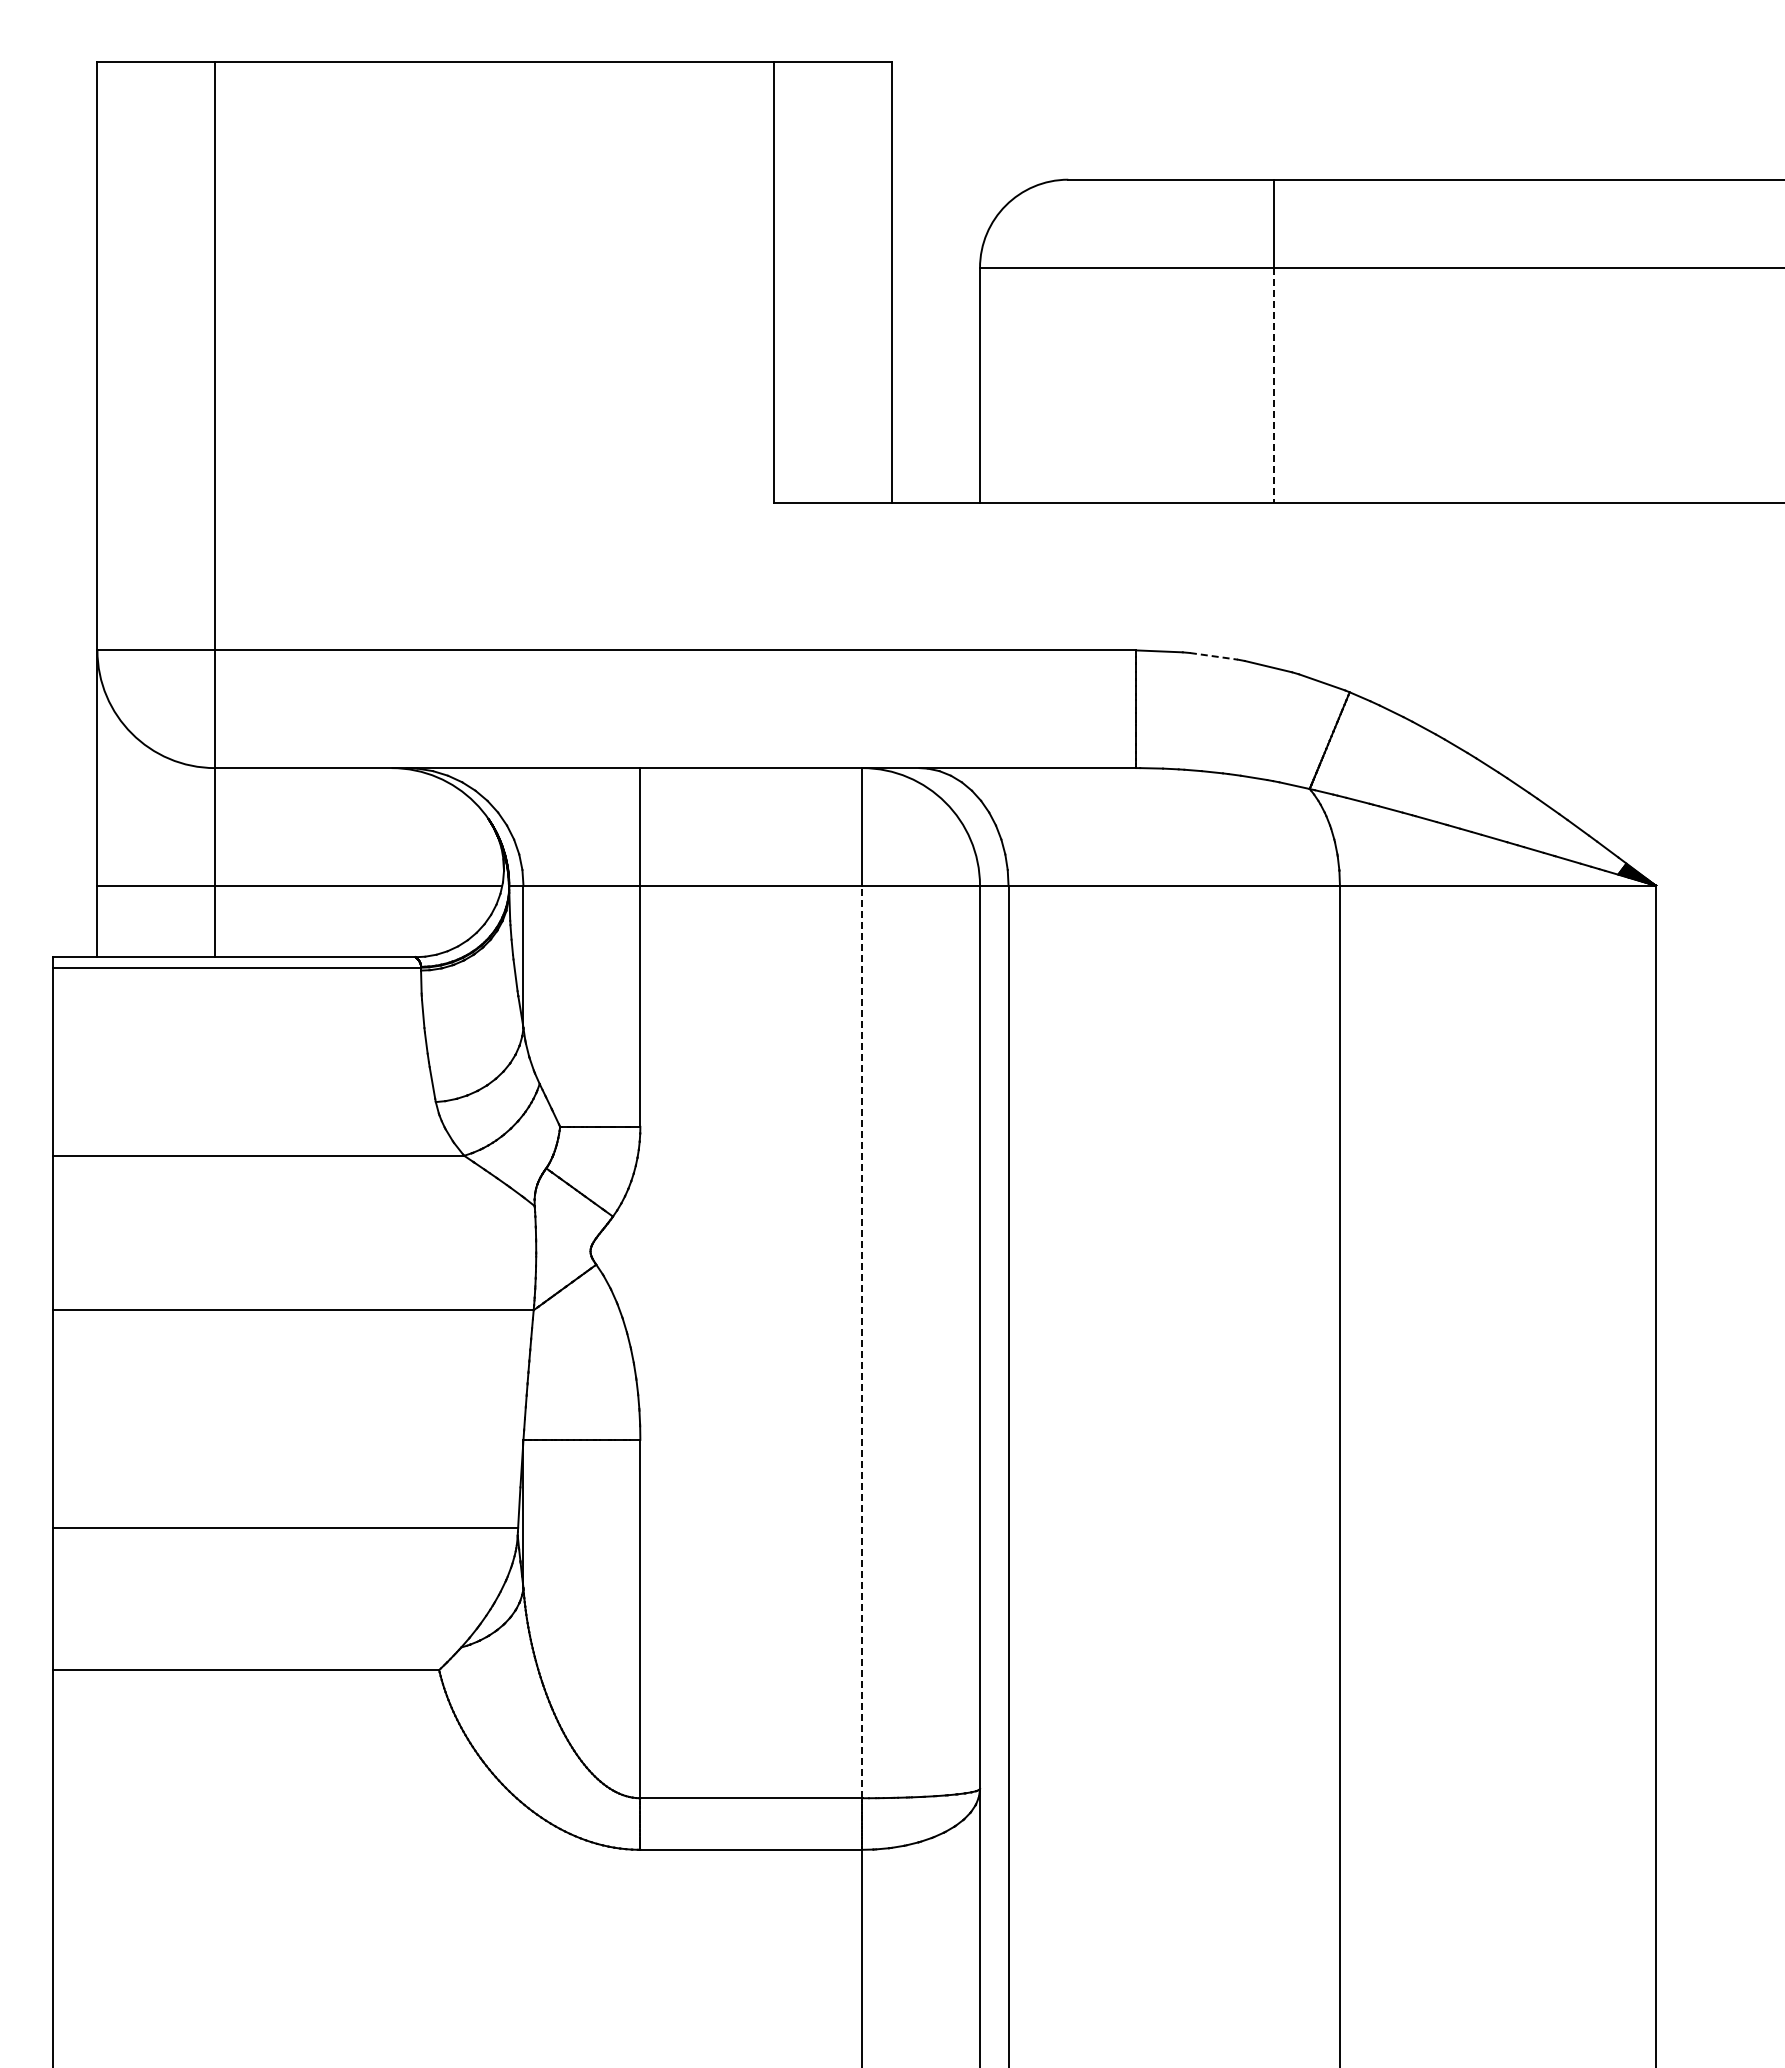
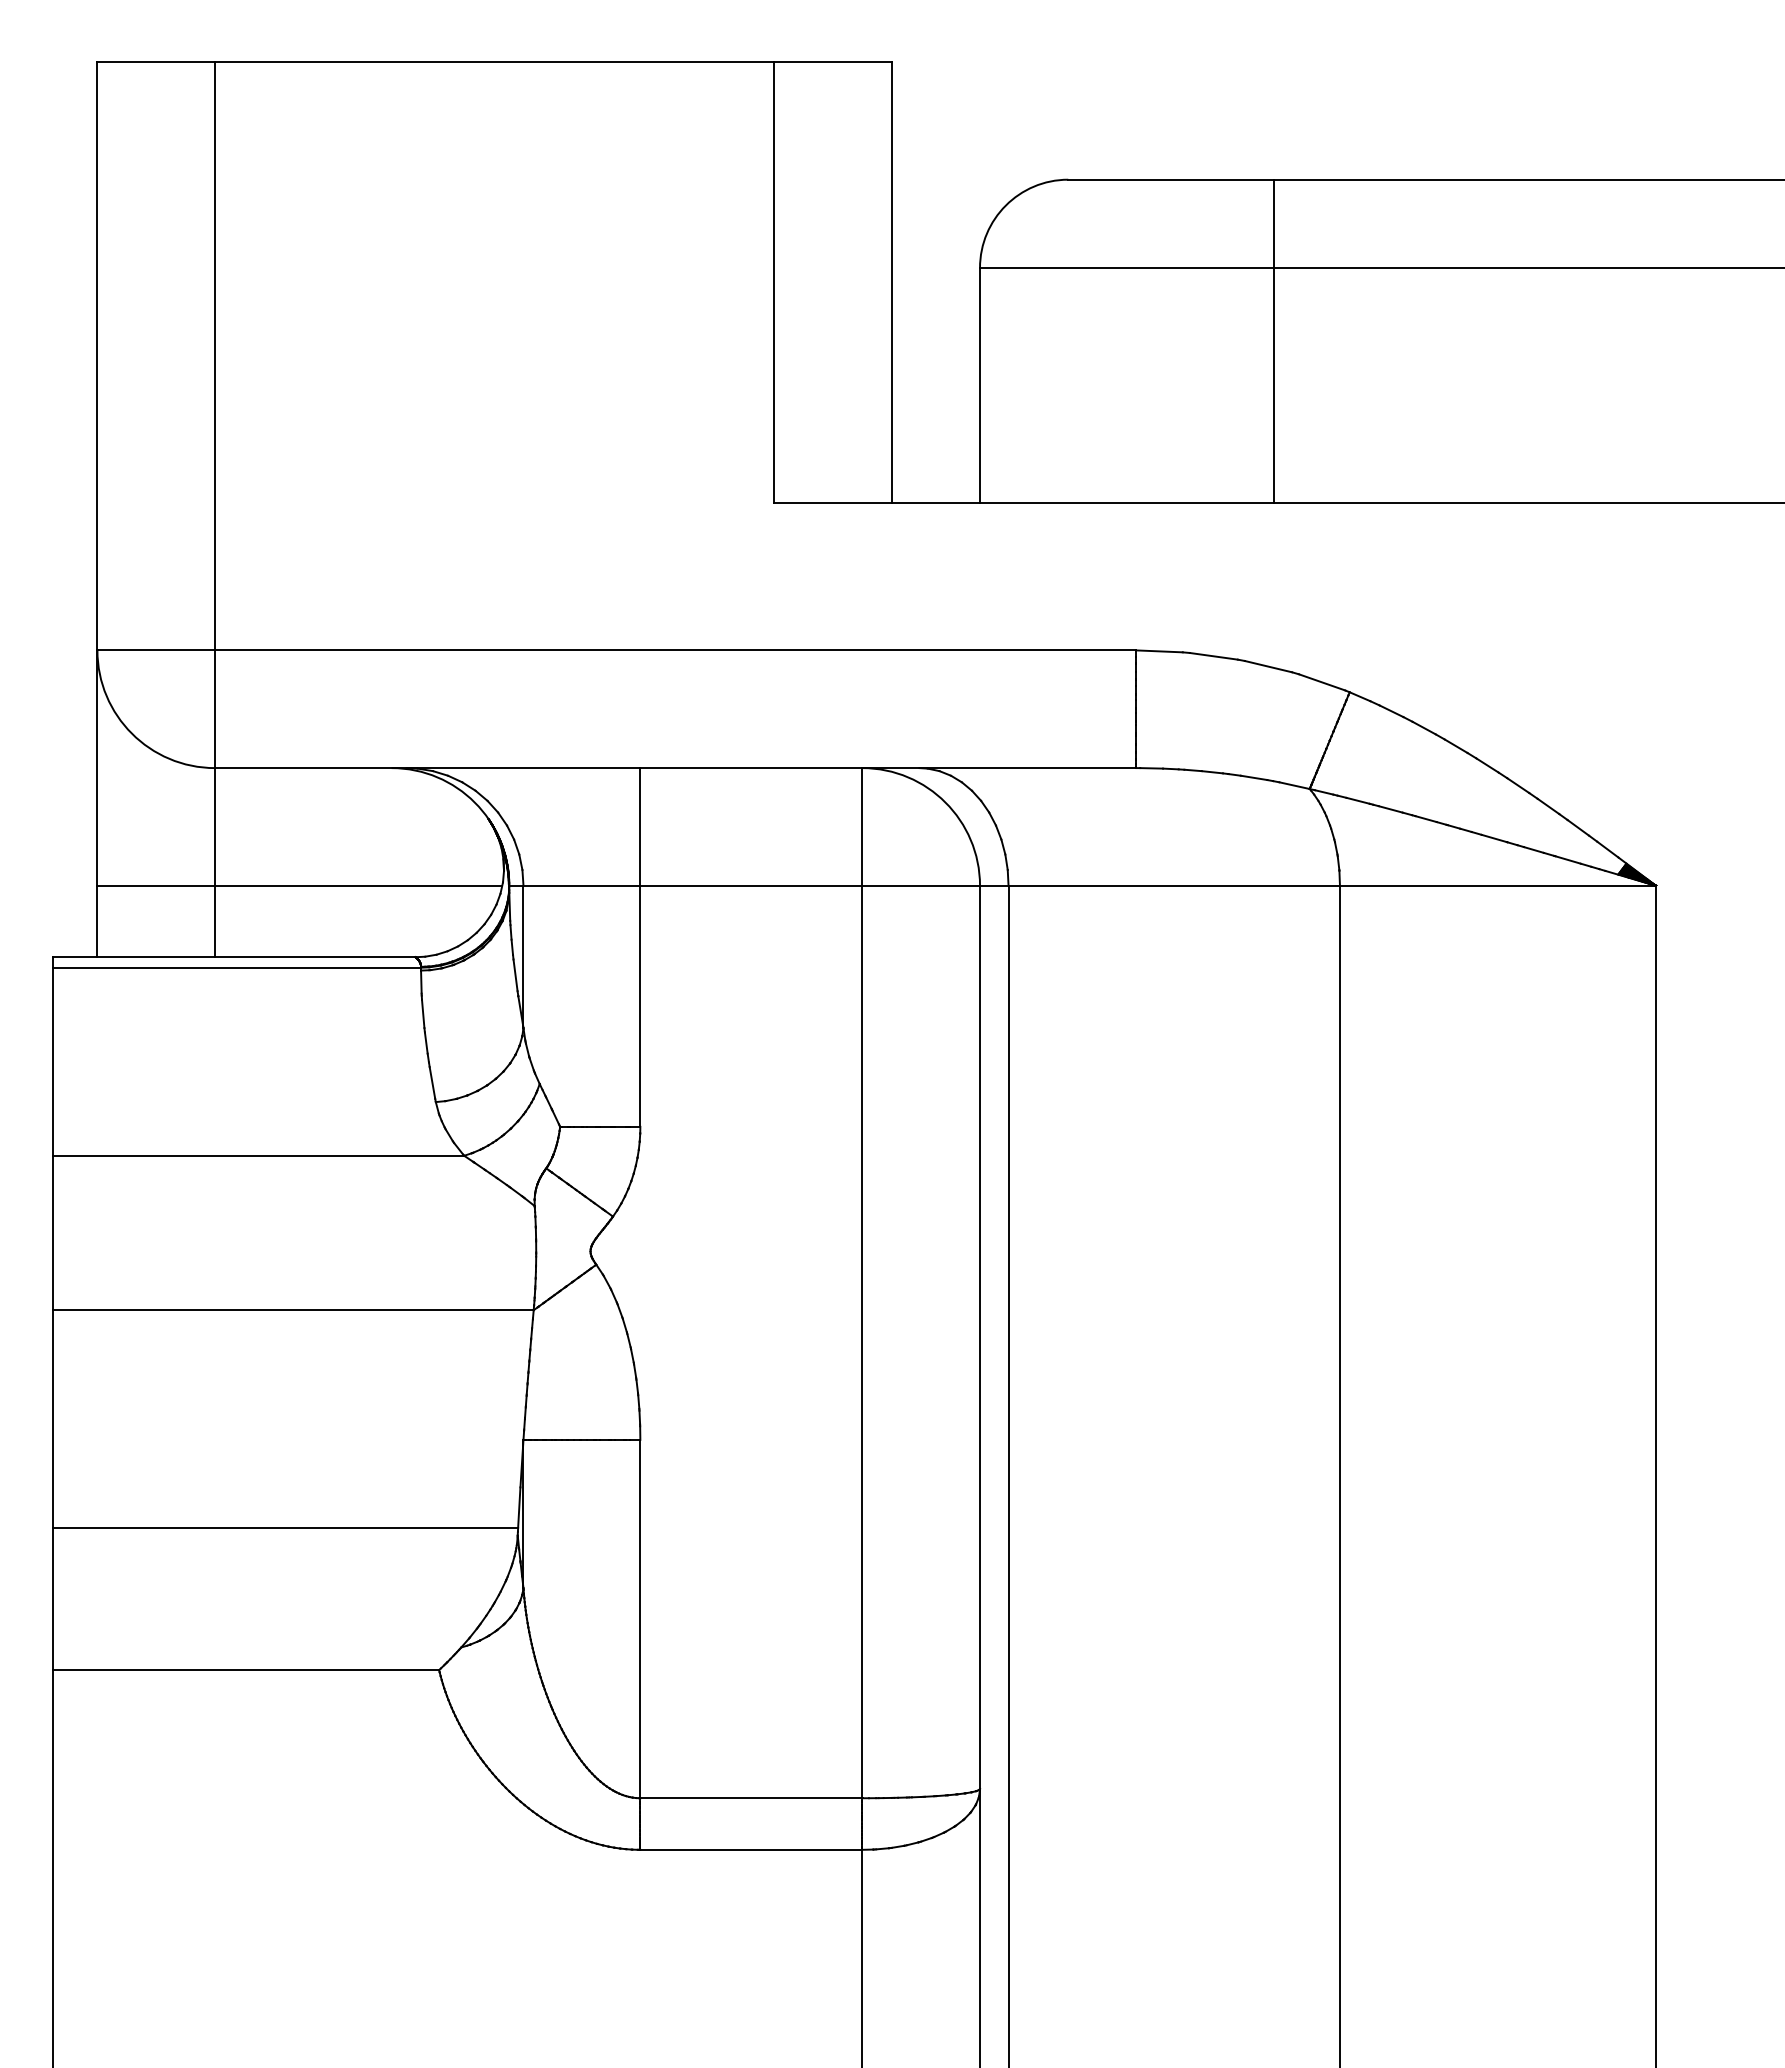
line at (1274, 385): dashed -> solid
line at (1214, 656): dashed -> solid
line at (862, 1341): dashed -> solid
